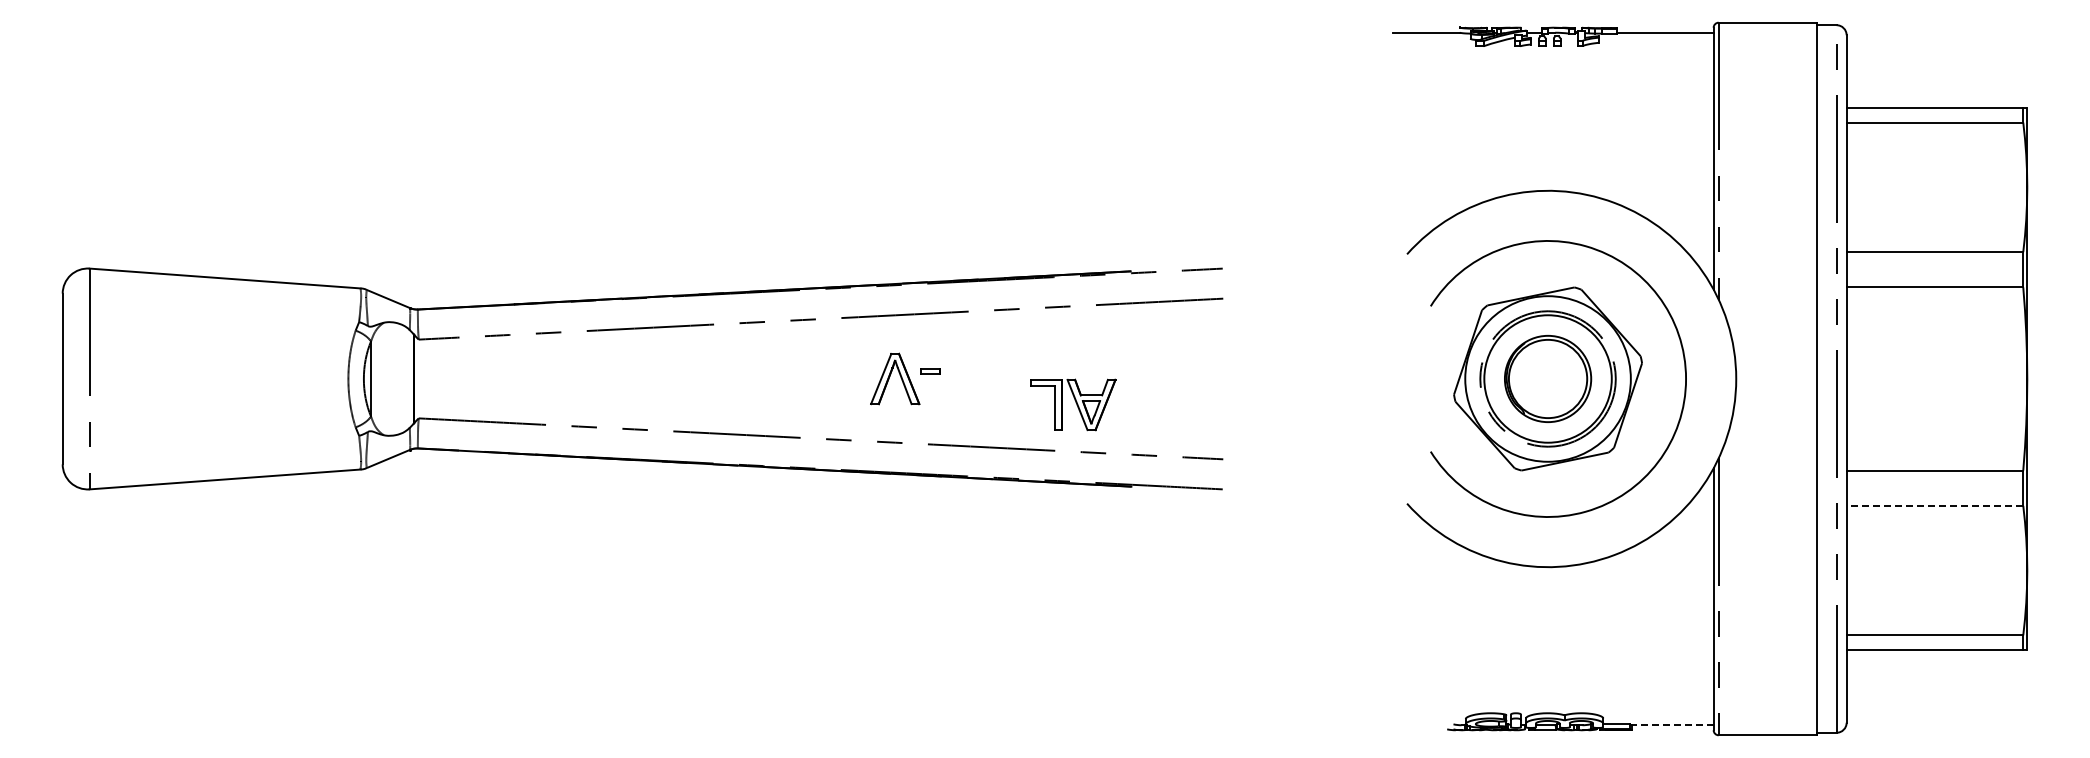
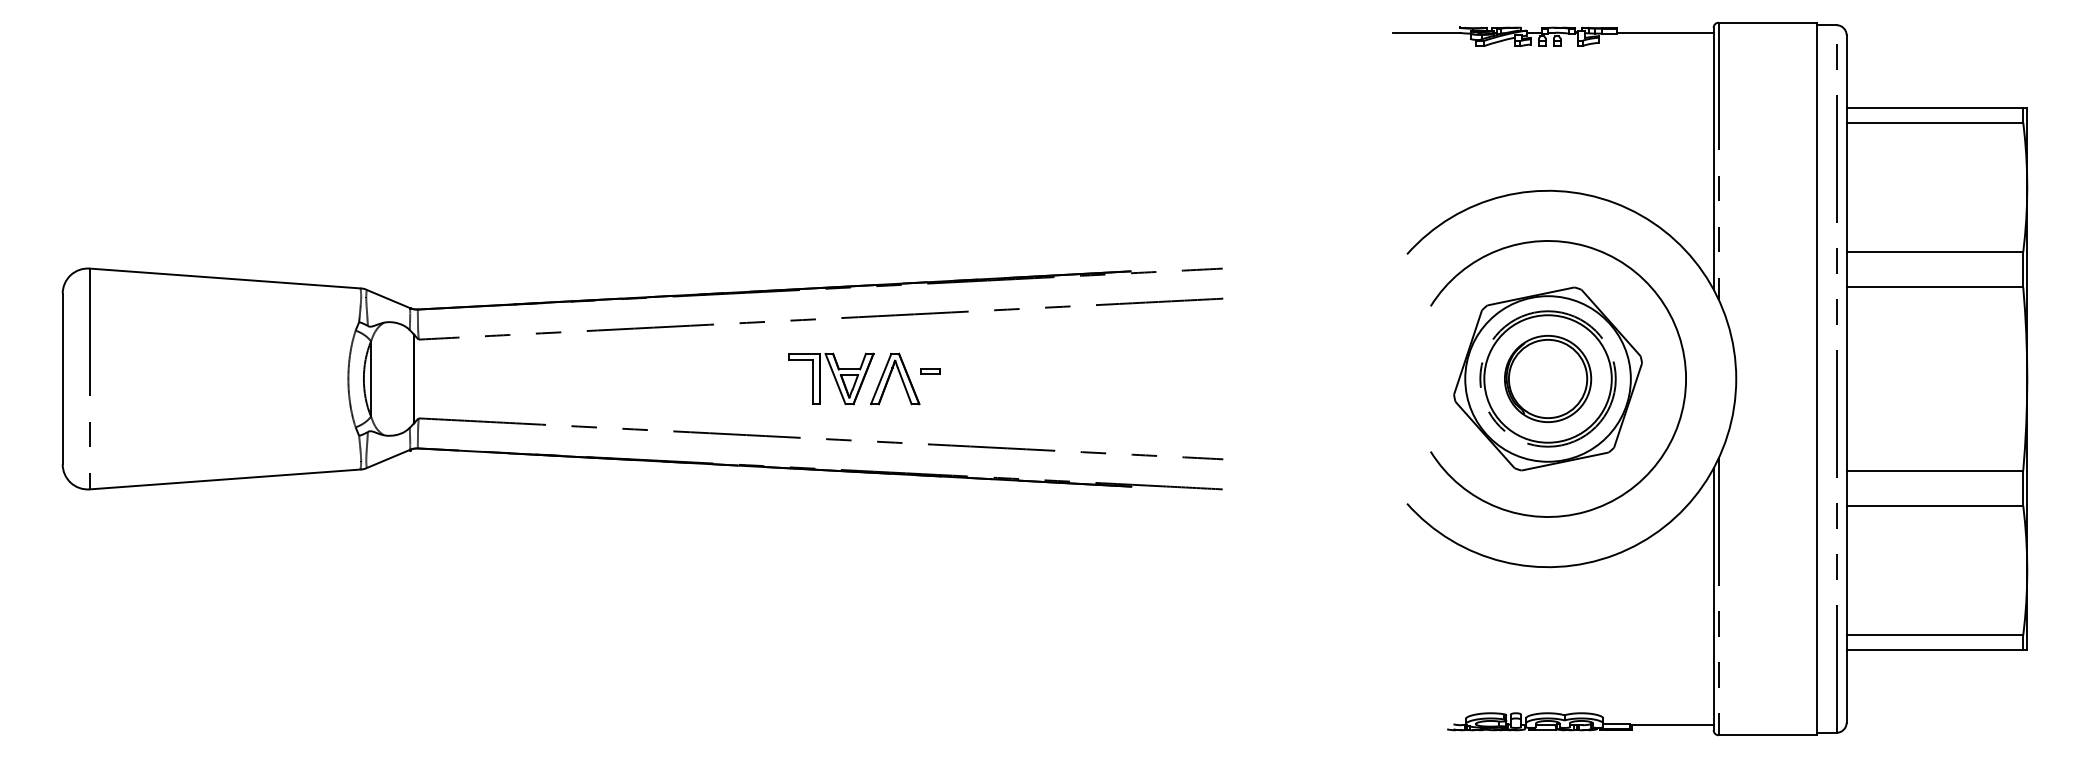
part at (1073, 404) position: (1073, 404) -> (831, 378)
line at (1934, 505): dashed -> solid
line at (1672, 725): dashed -> solid
